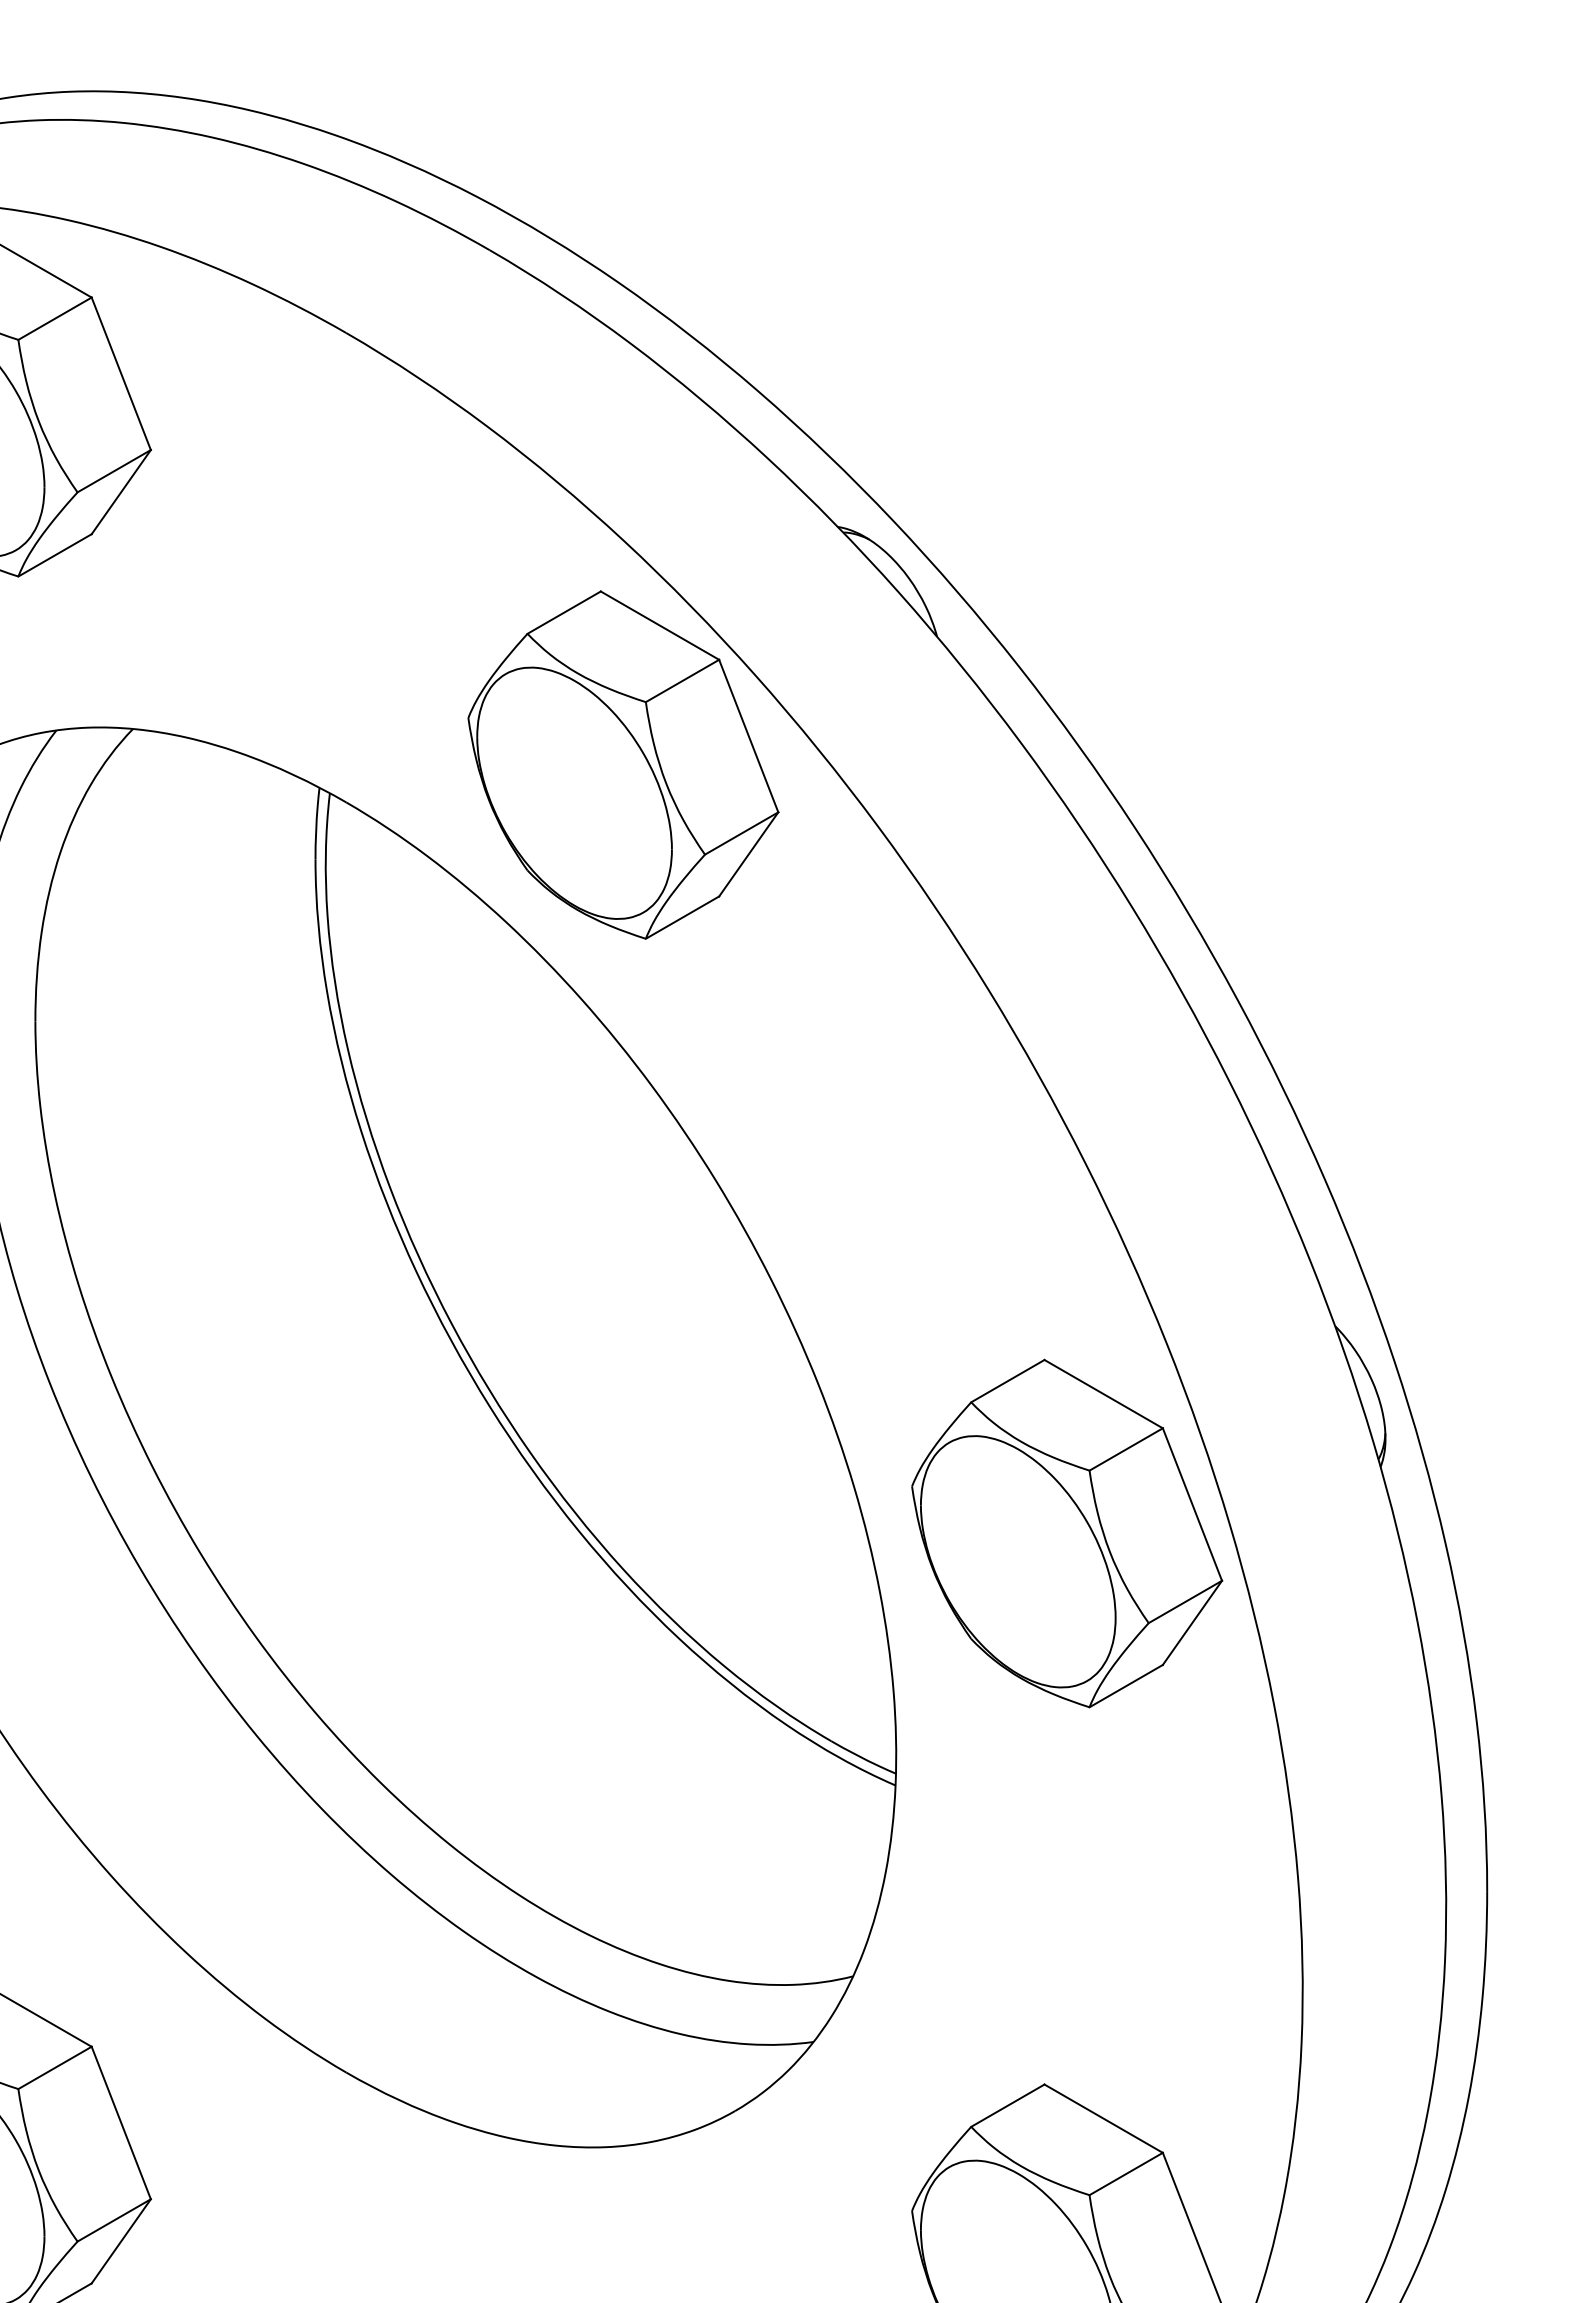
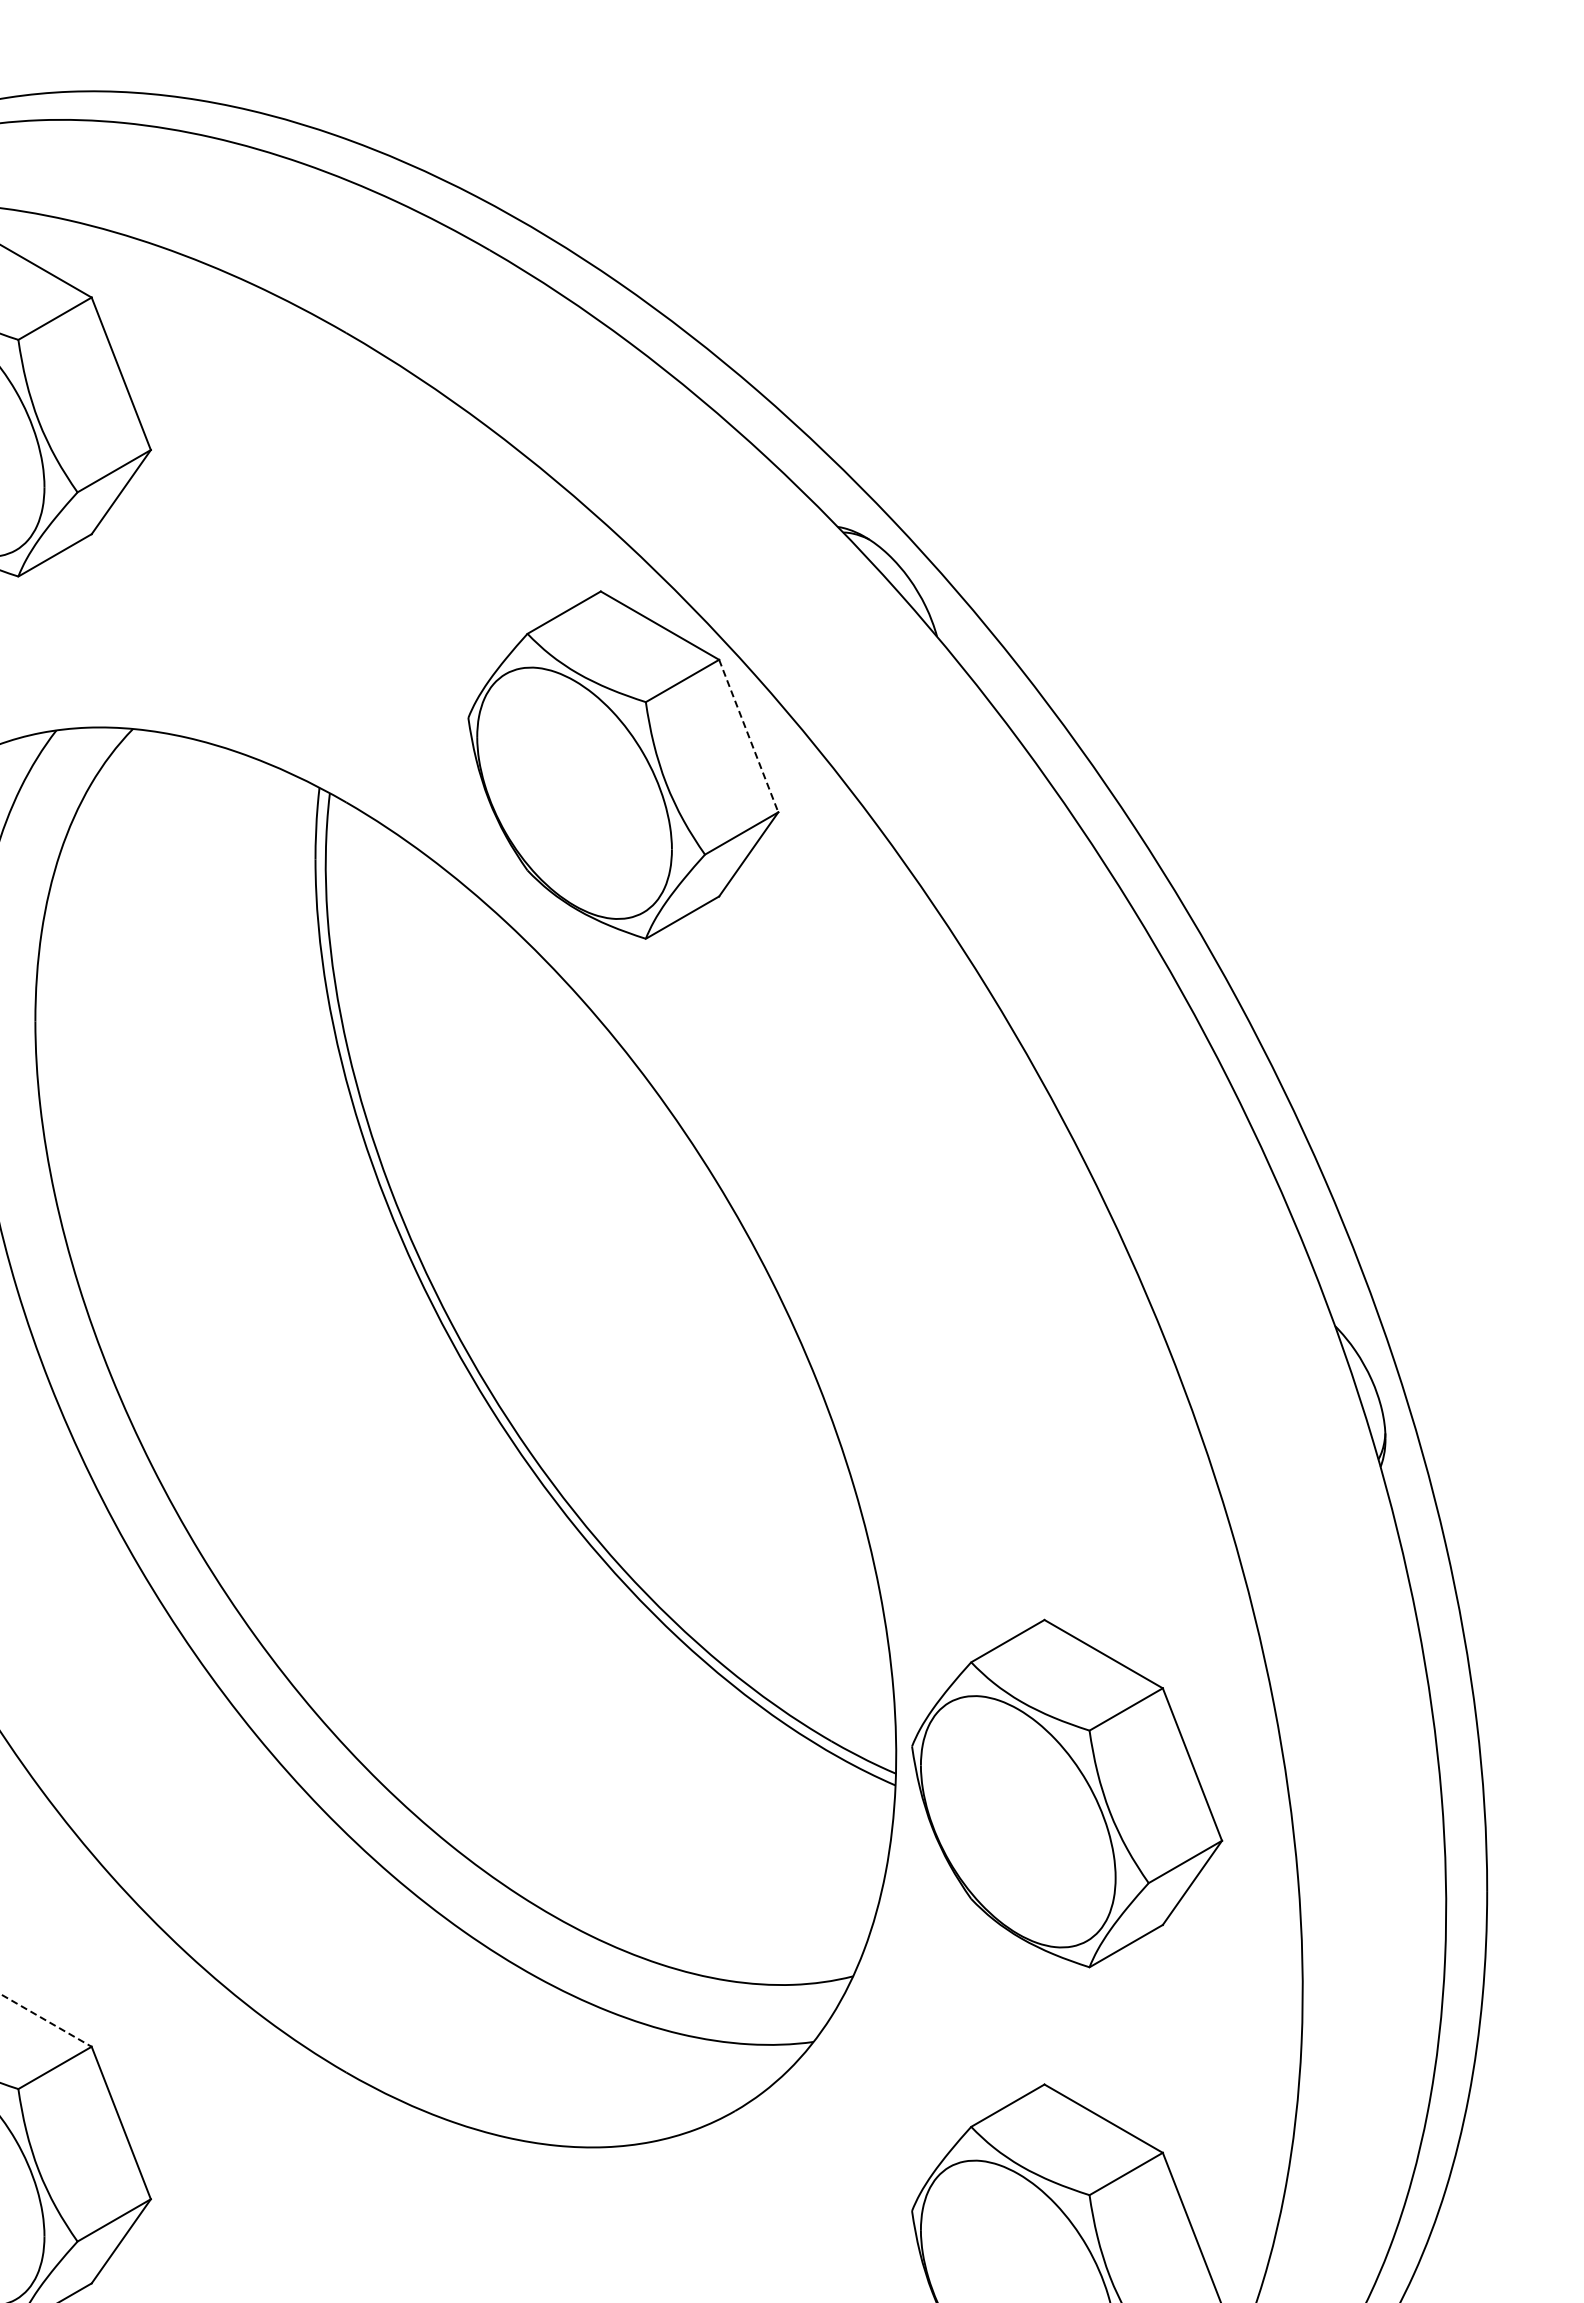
line at (748, 736): solid -> dashed
part at (1067, 1533) position: (1067, 1533) -> (1067, 1793)
line at (45, 2020): solid -> dashed
